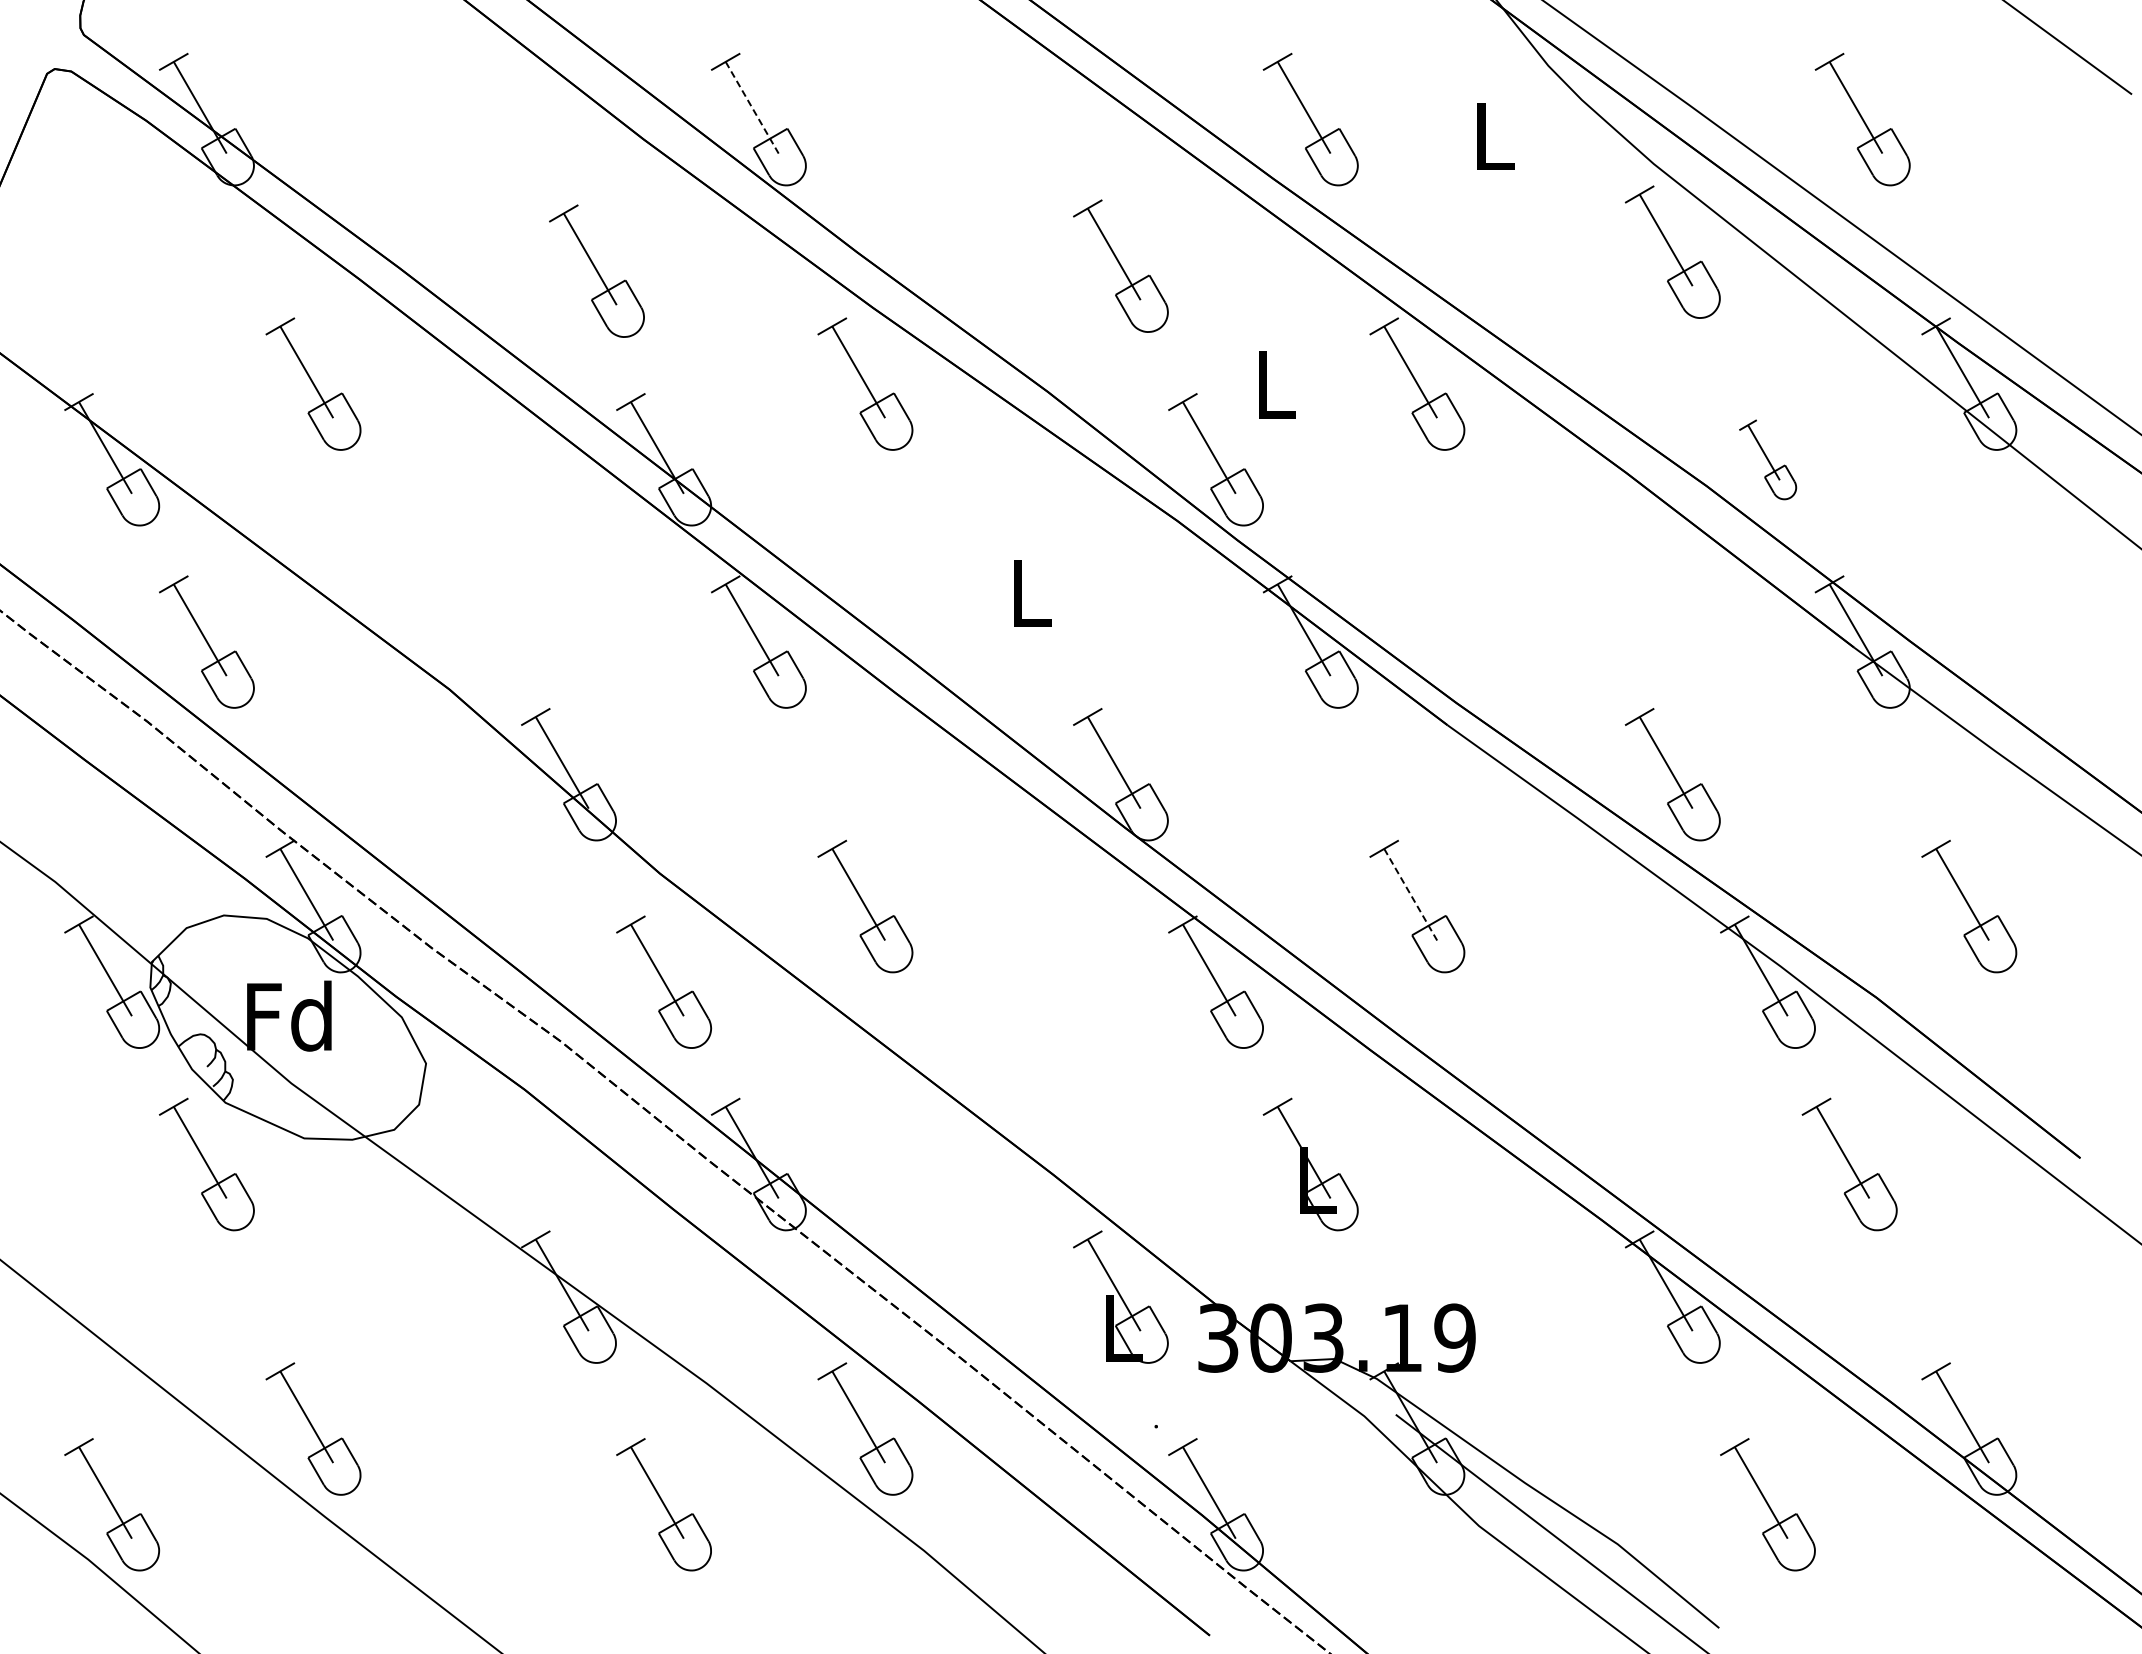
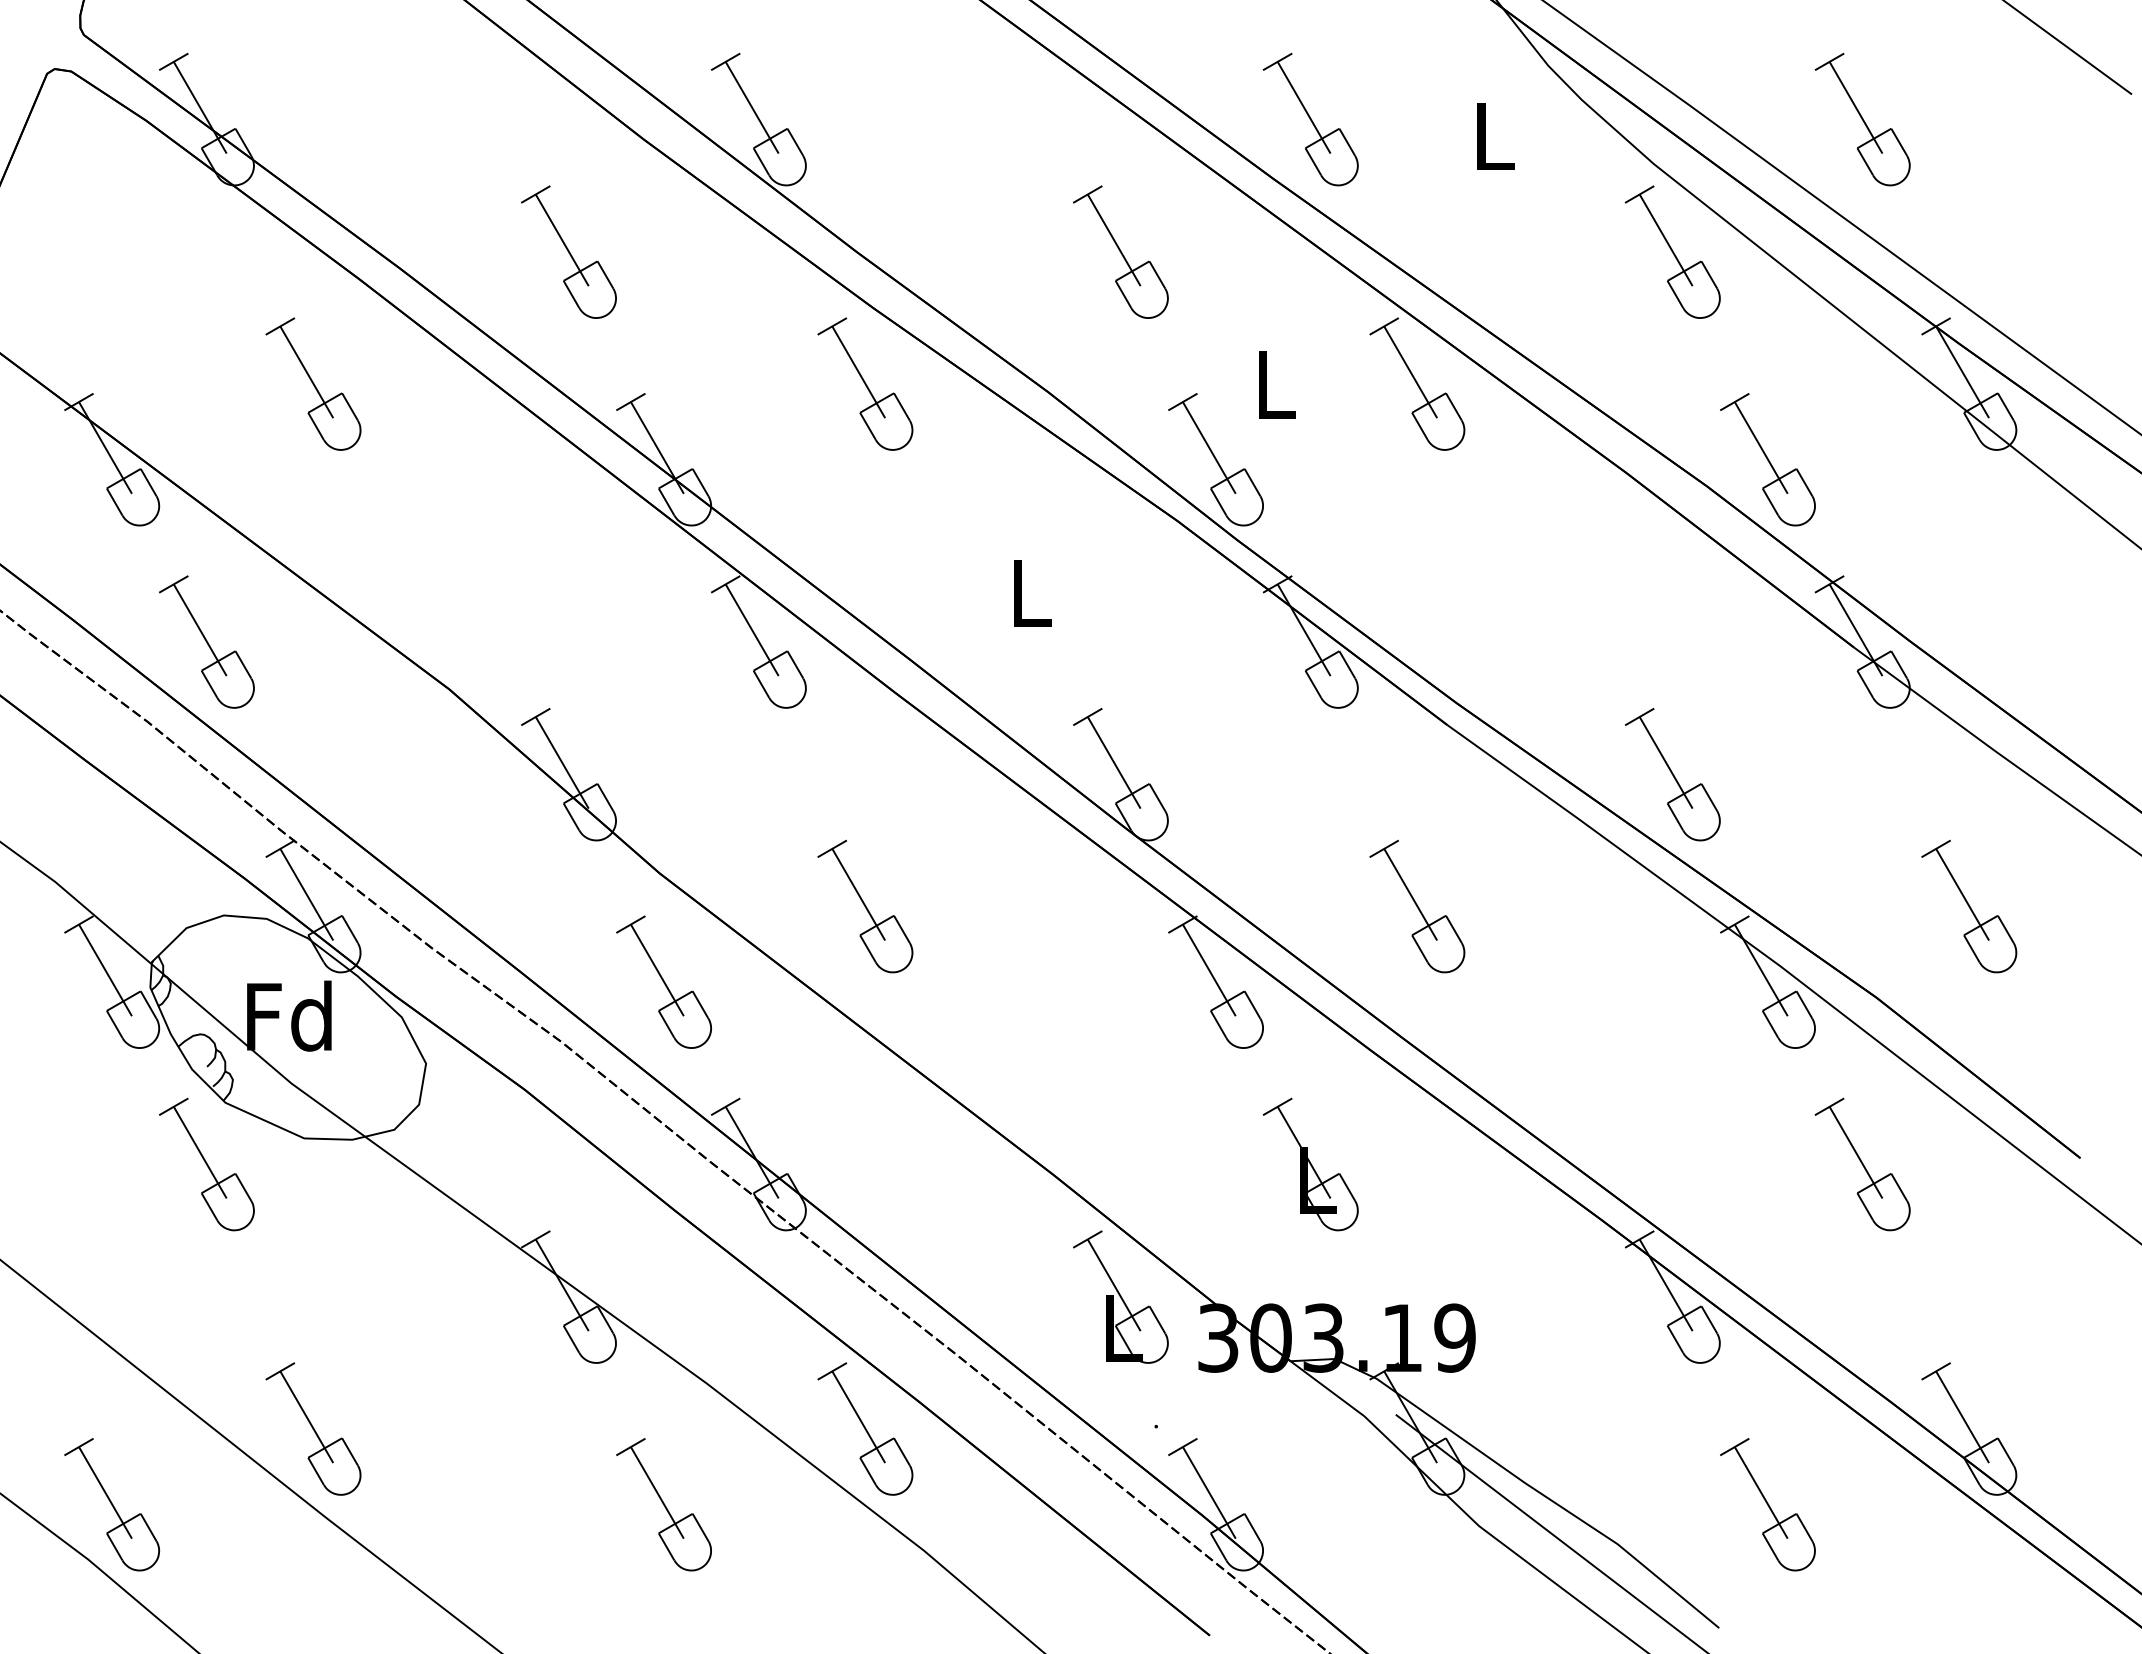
line at (752, 107): dashed -> solid
part at (1120, 265) position: (1120, 265) -> (1120, 251)
part at (596, 270) position: (596, 270) -> (568, 251)
part at (1768, 459) size: 59x82 px -> 96x134 px
line at (1410, 894): dashed -> solid
part at (1849, 1164) position: (1849, 1164) -> (1862, 1164)
